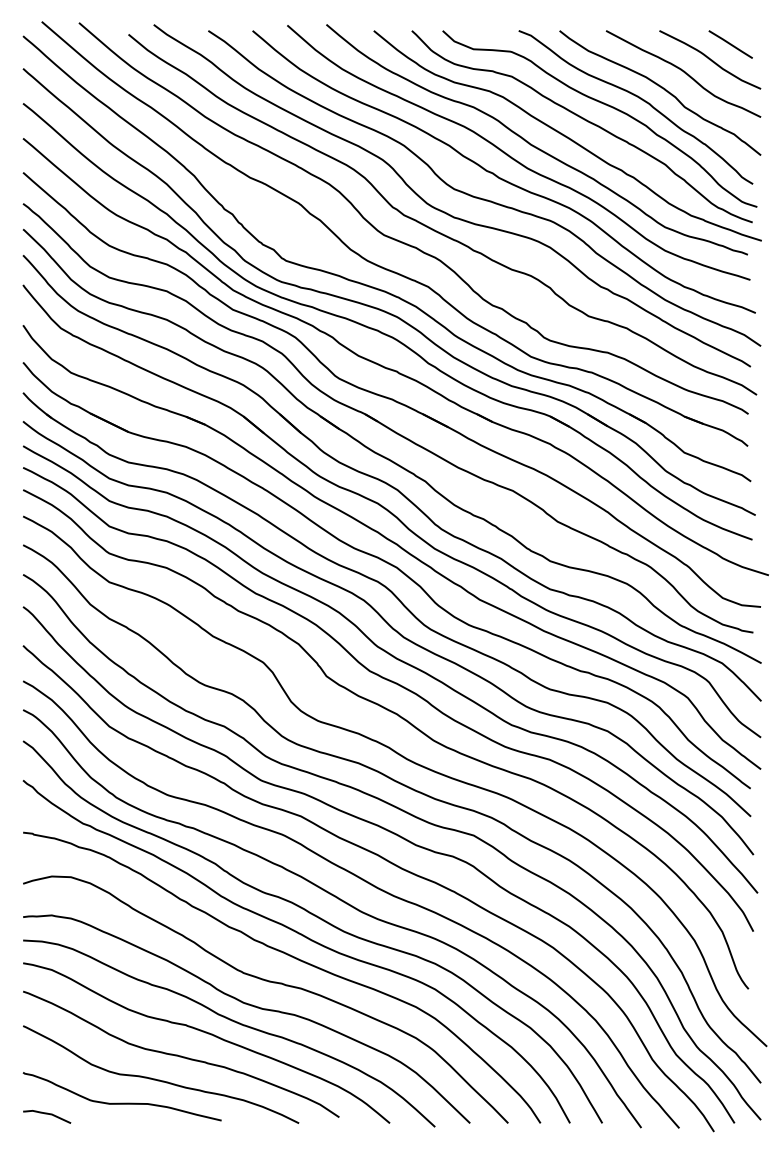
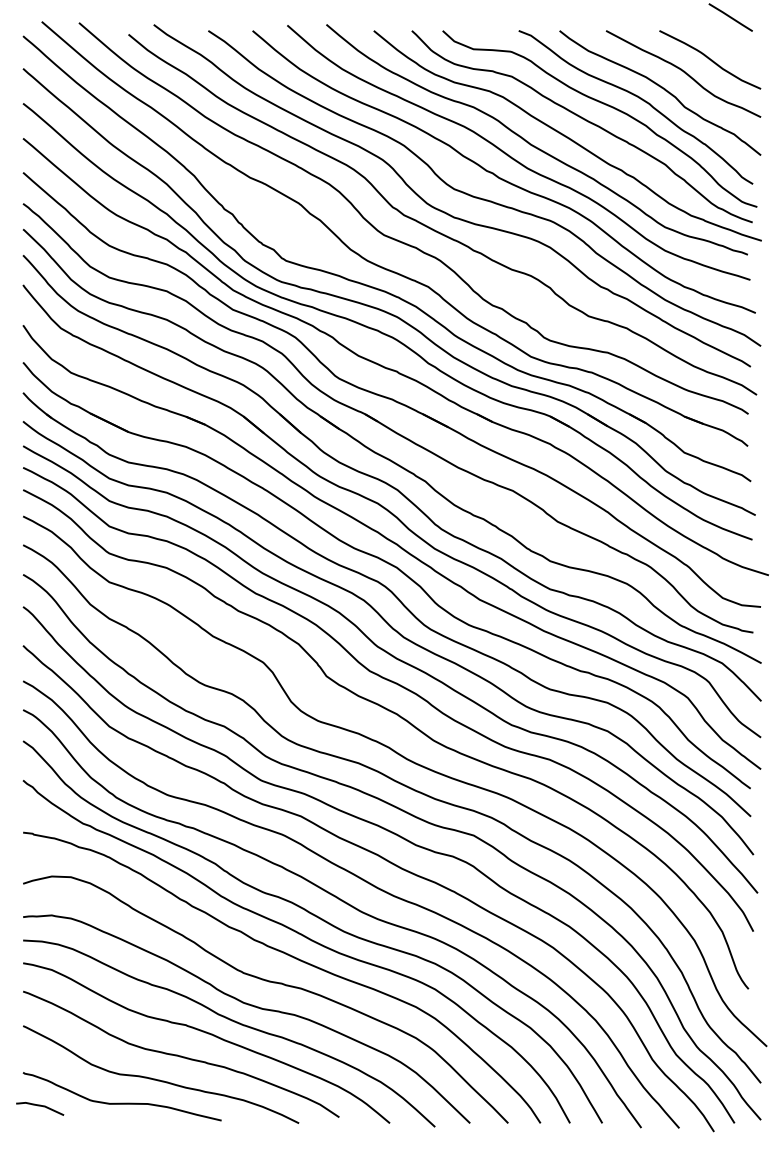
line at (730, 44) position: (730, 44) -> (730, 17)
curve at (47, 1114) position: (47, 1114) -> (40, 1106)
